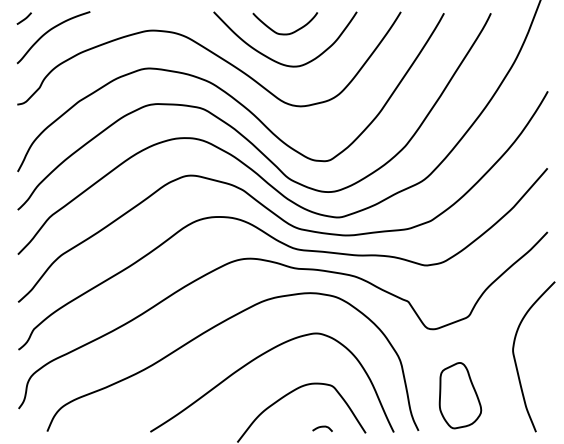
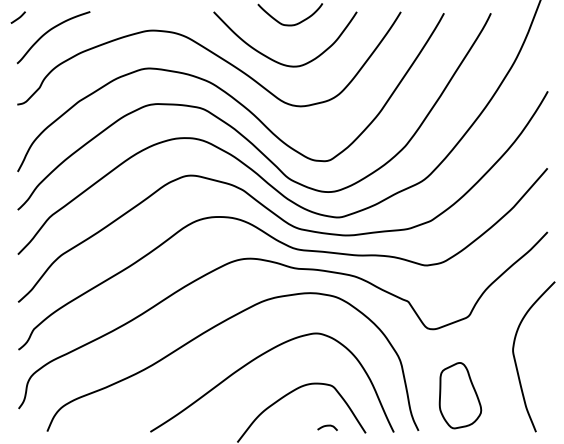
line at (24, 18) position: (24, 18) -> (18, 17)
curve at (284, 33) position: (284, 33) -> (289, 24)
curve at (322, 427) position: (322, 427) -> (327, 426)
